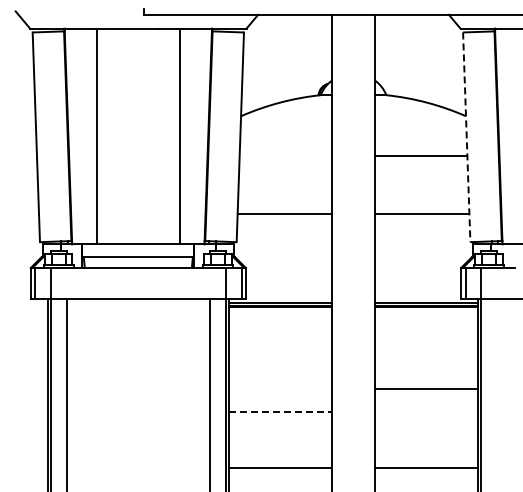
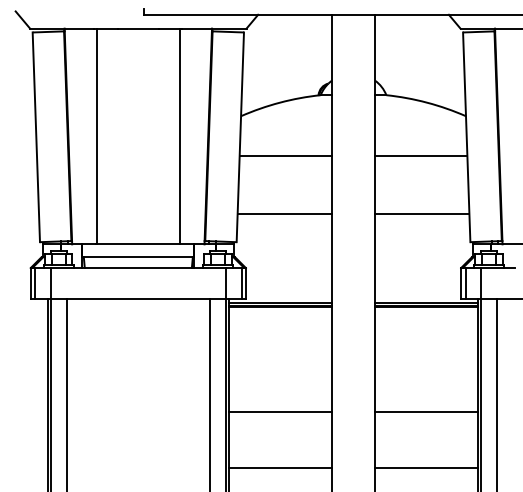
line at (466, 137): dashed -> solid
line at (285, 156): none -> present
line at (426, 389) position: (426, 389) -> (426, 412)
line at (497, 393): none -> present
line at (280, 412): dashed -> solid
